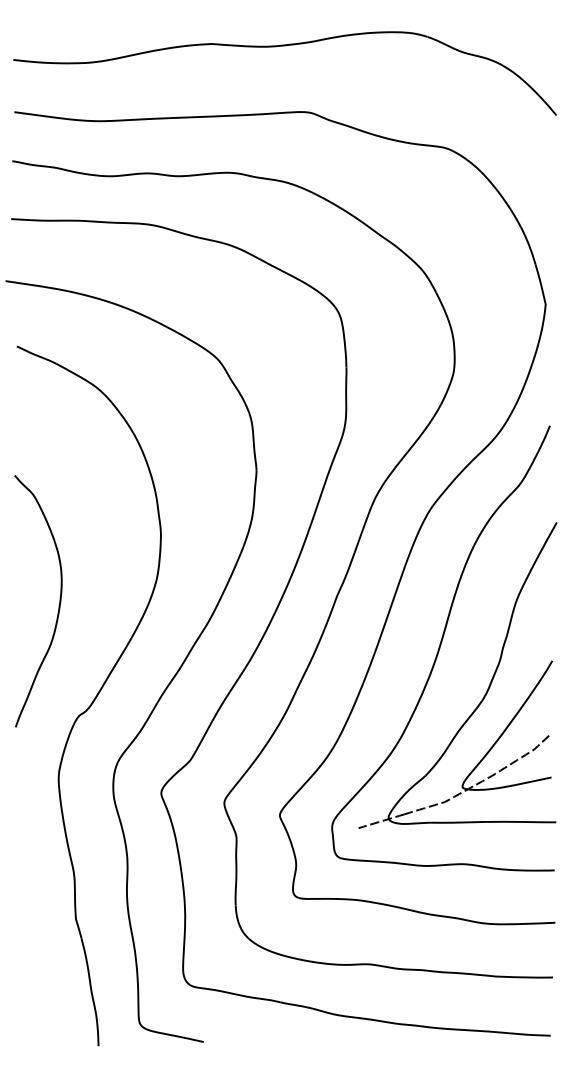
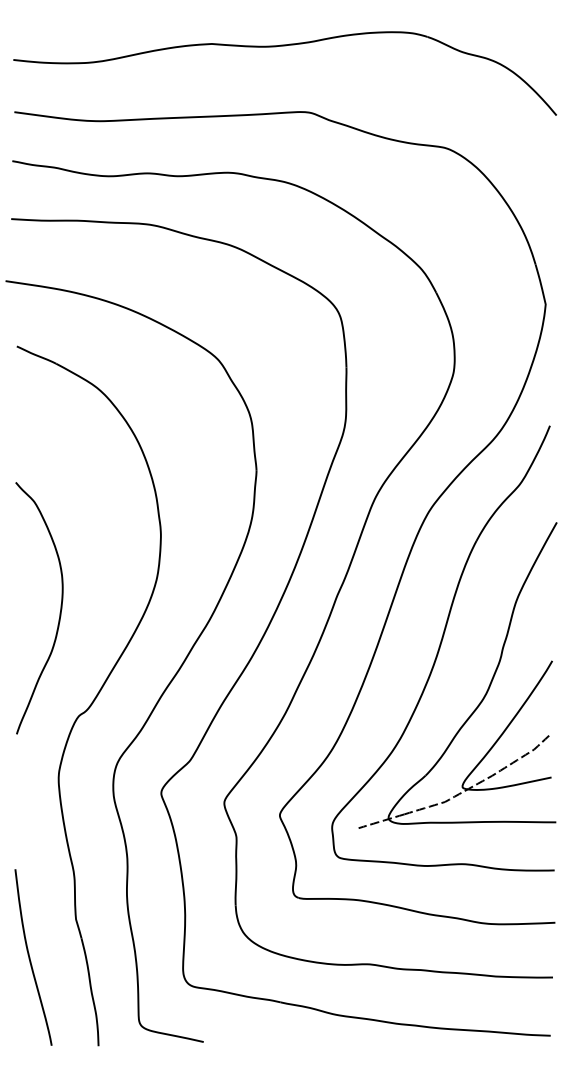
curve at (58, 605) position: (58, 605) -> (59, 612)
curve at (30, 957): none -> present
